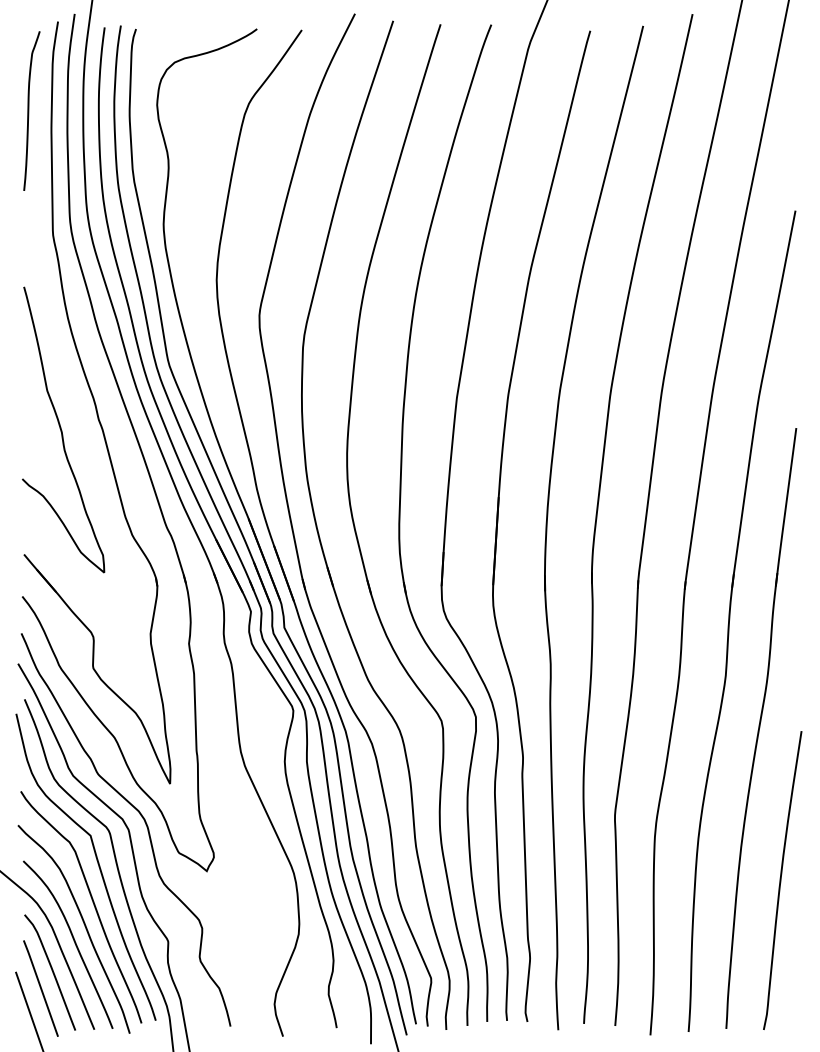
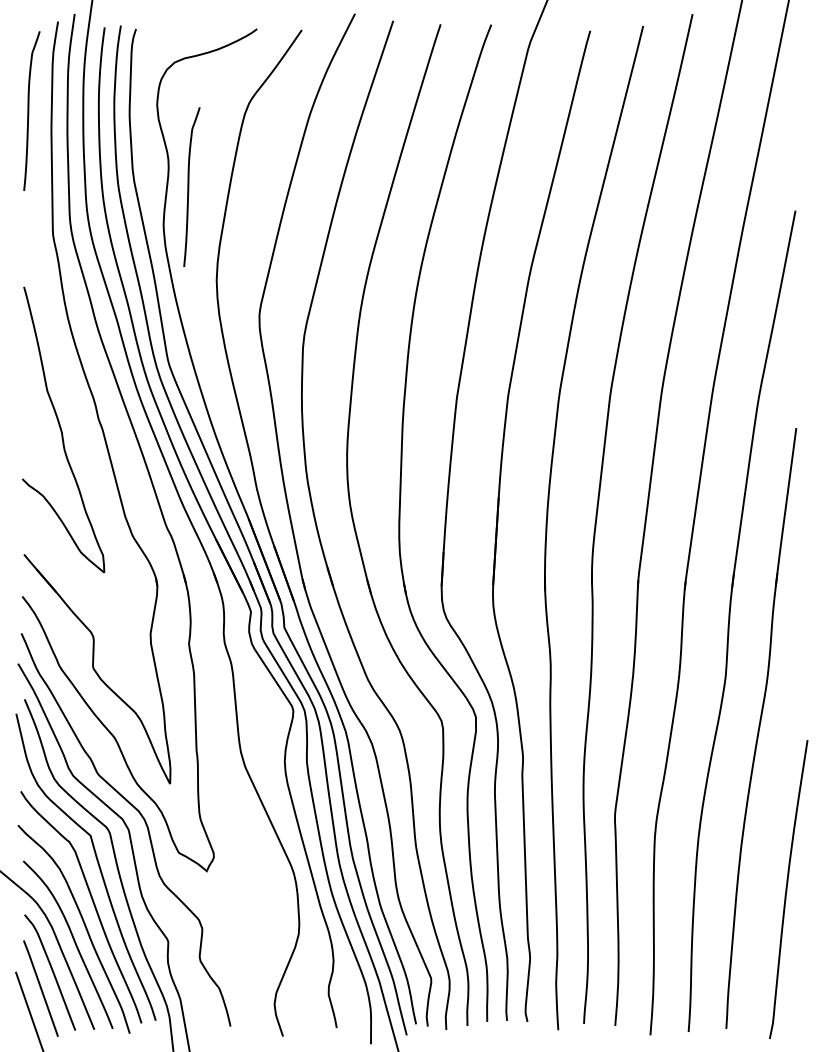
curve at (189, 186): none -> present
curve at (781, 880) position: (781, 880) -> (787, 889)
